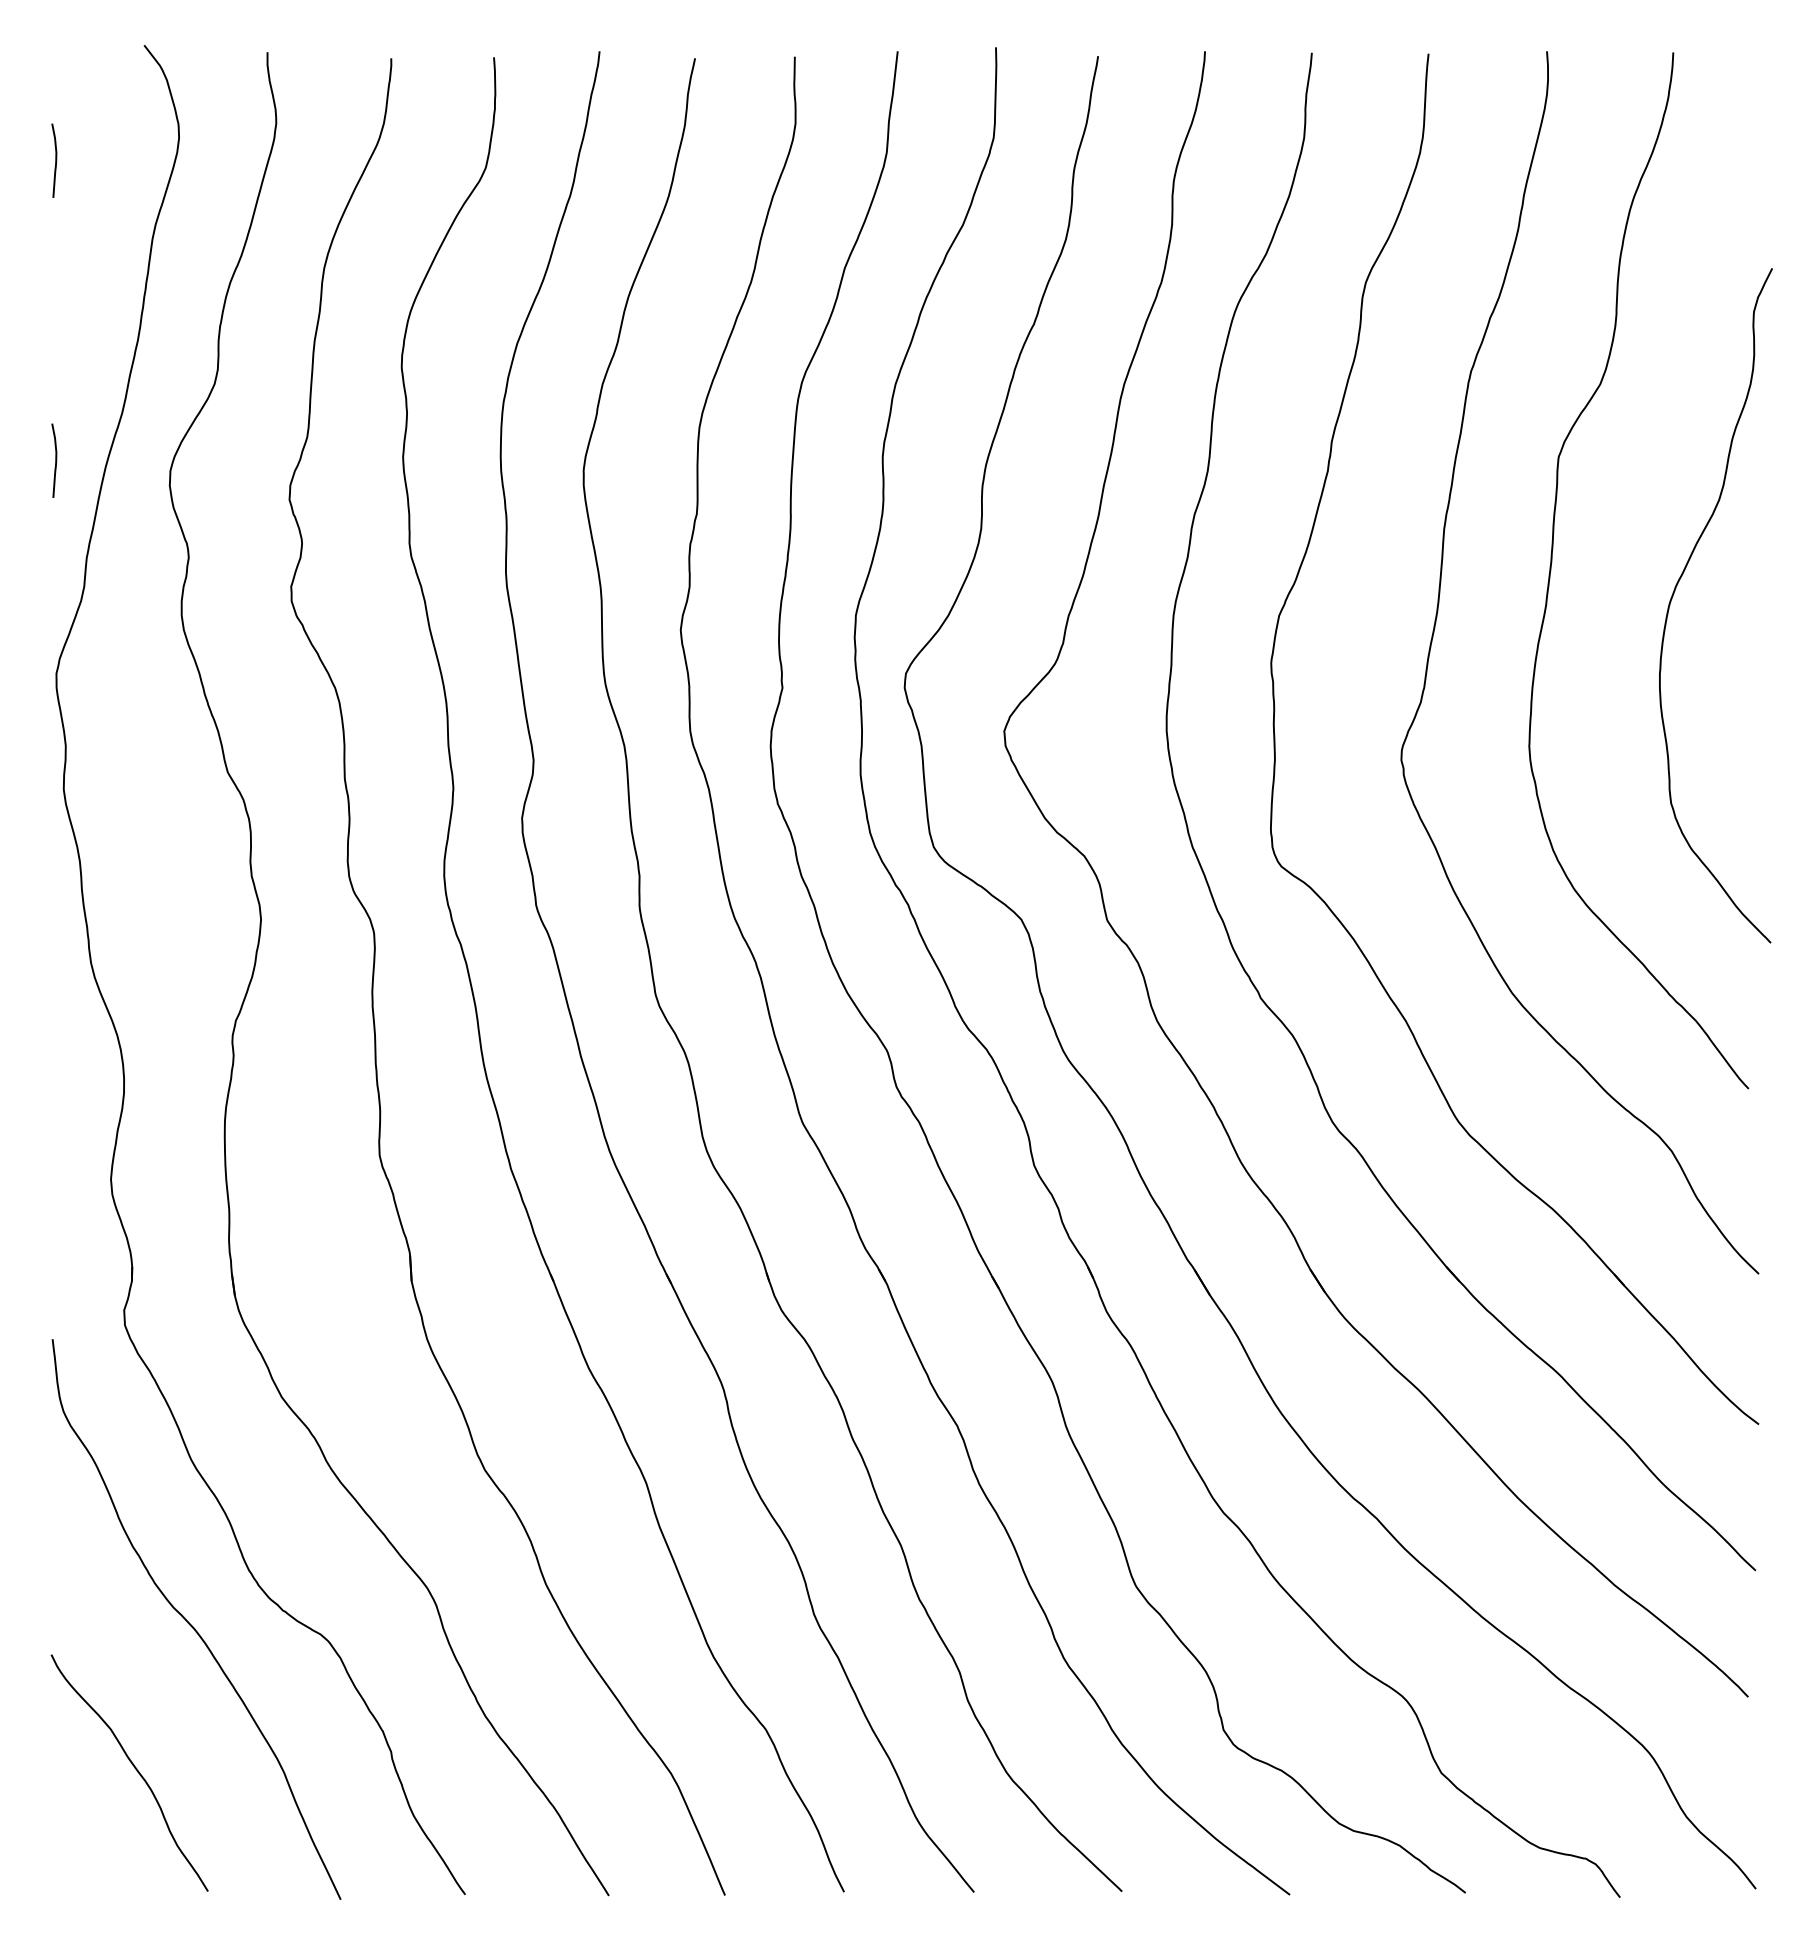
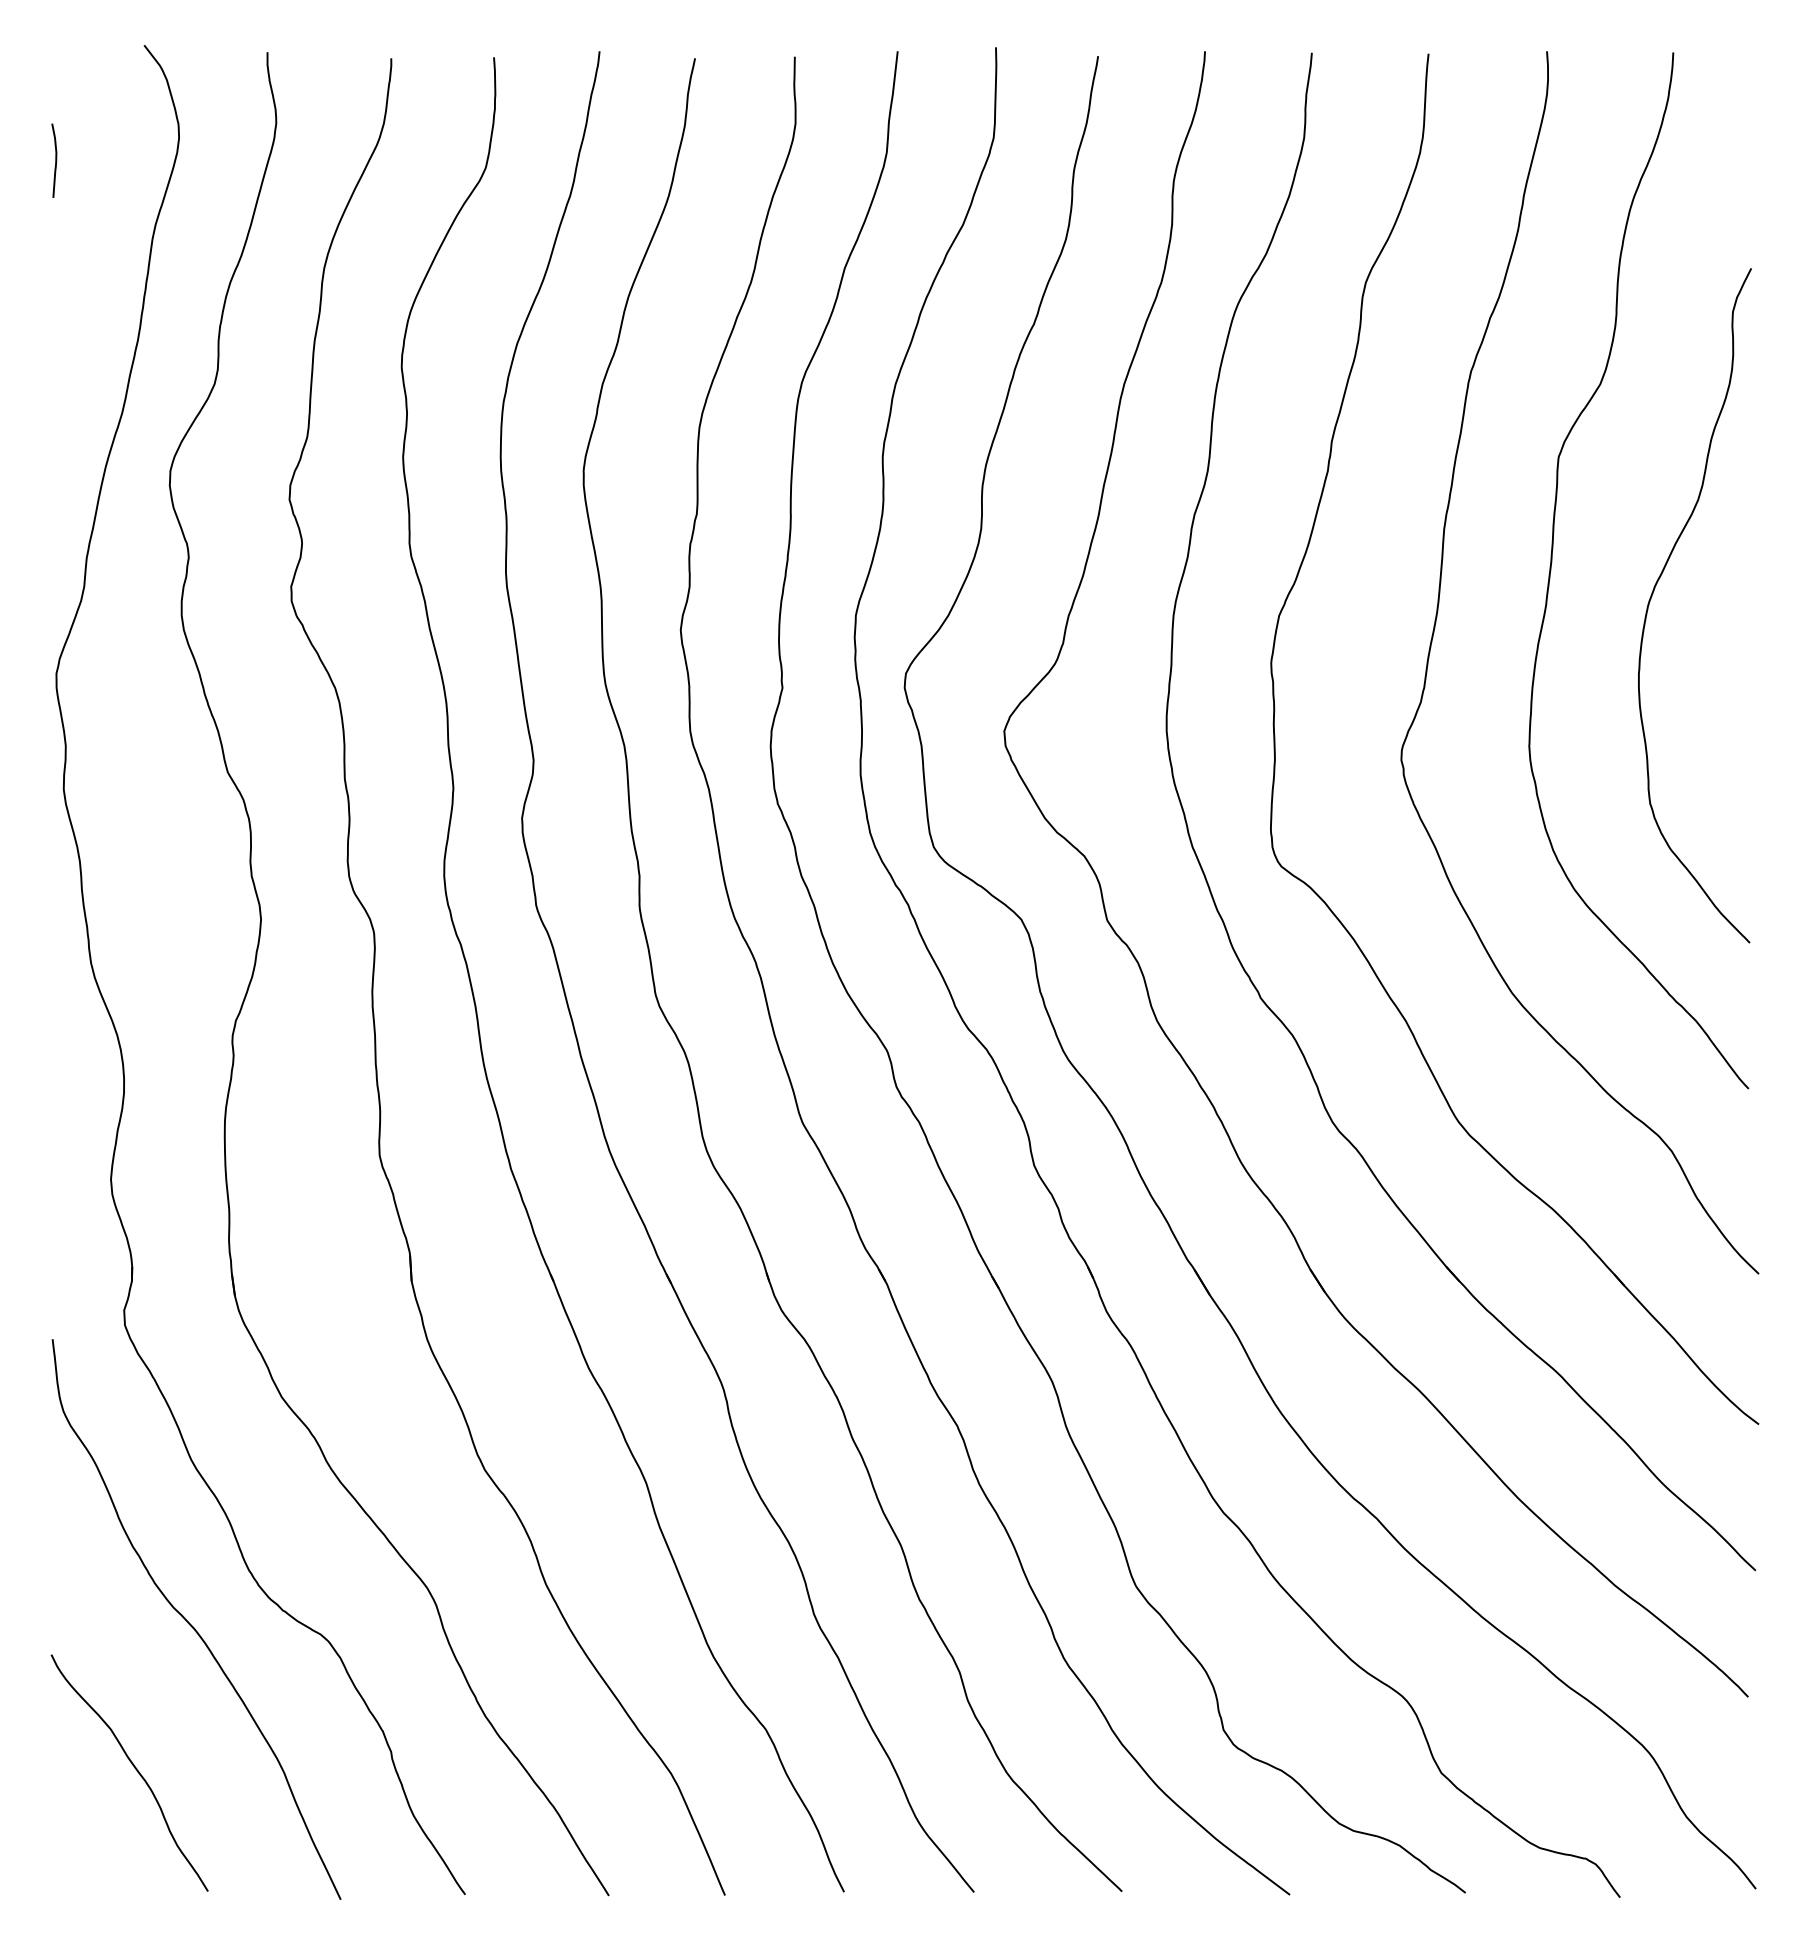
curve at (55, 460): present -> none
curve at (1675, 591) position: (1675, 591) -> (1654, 591)
